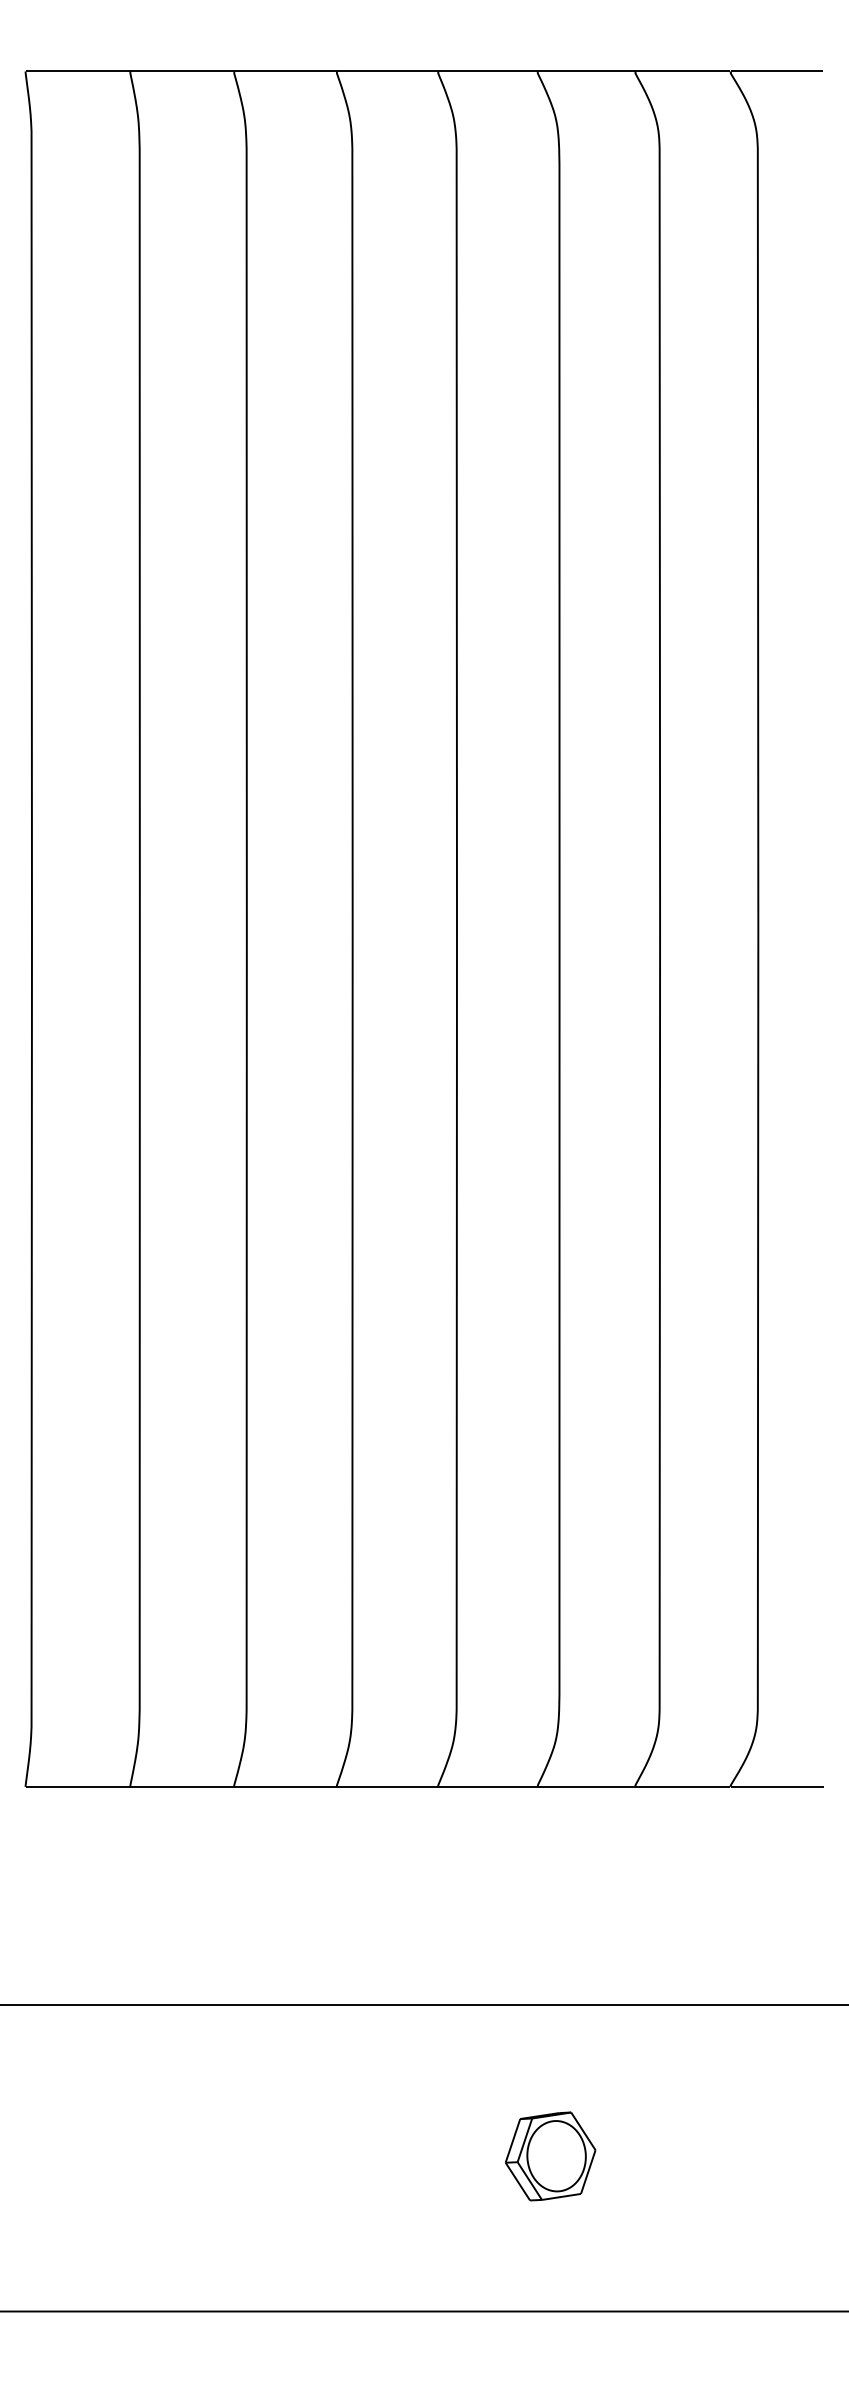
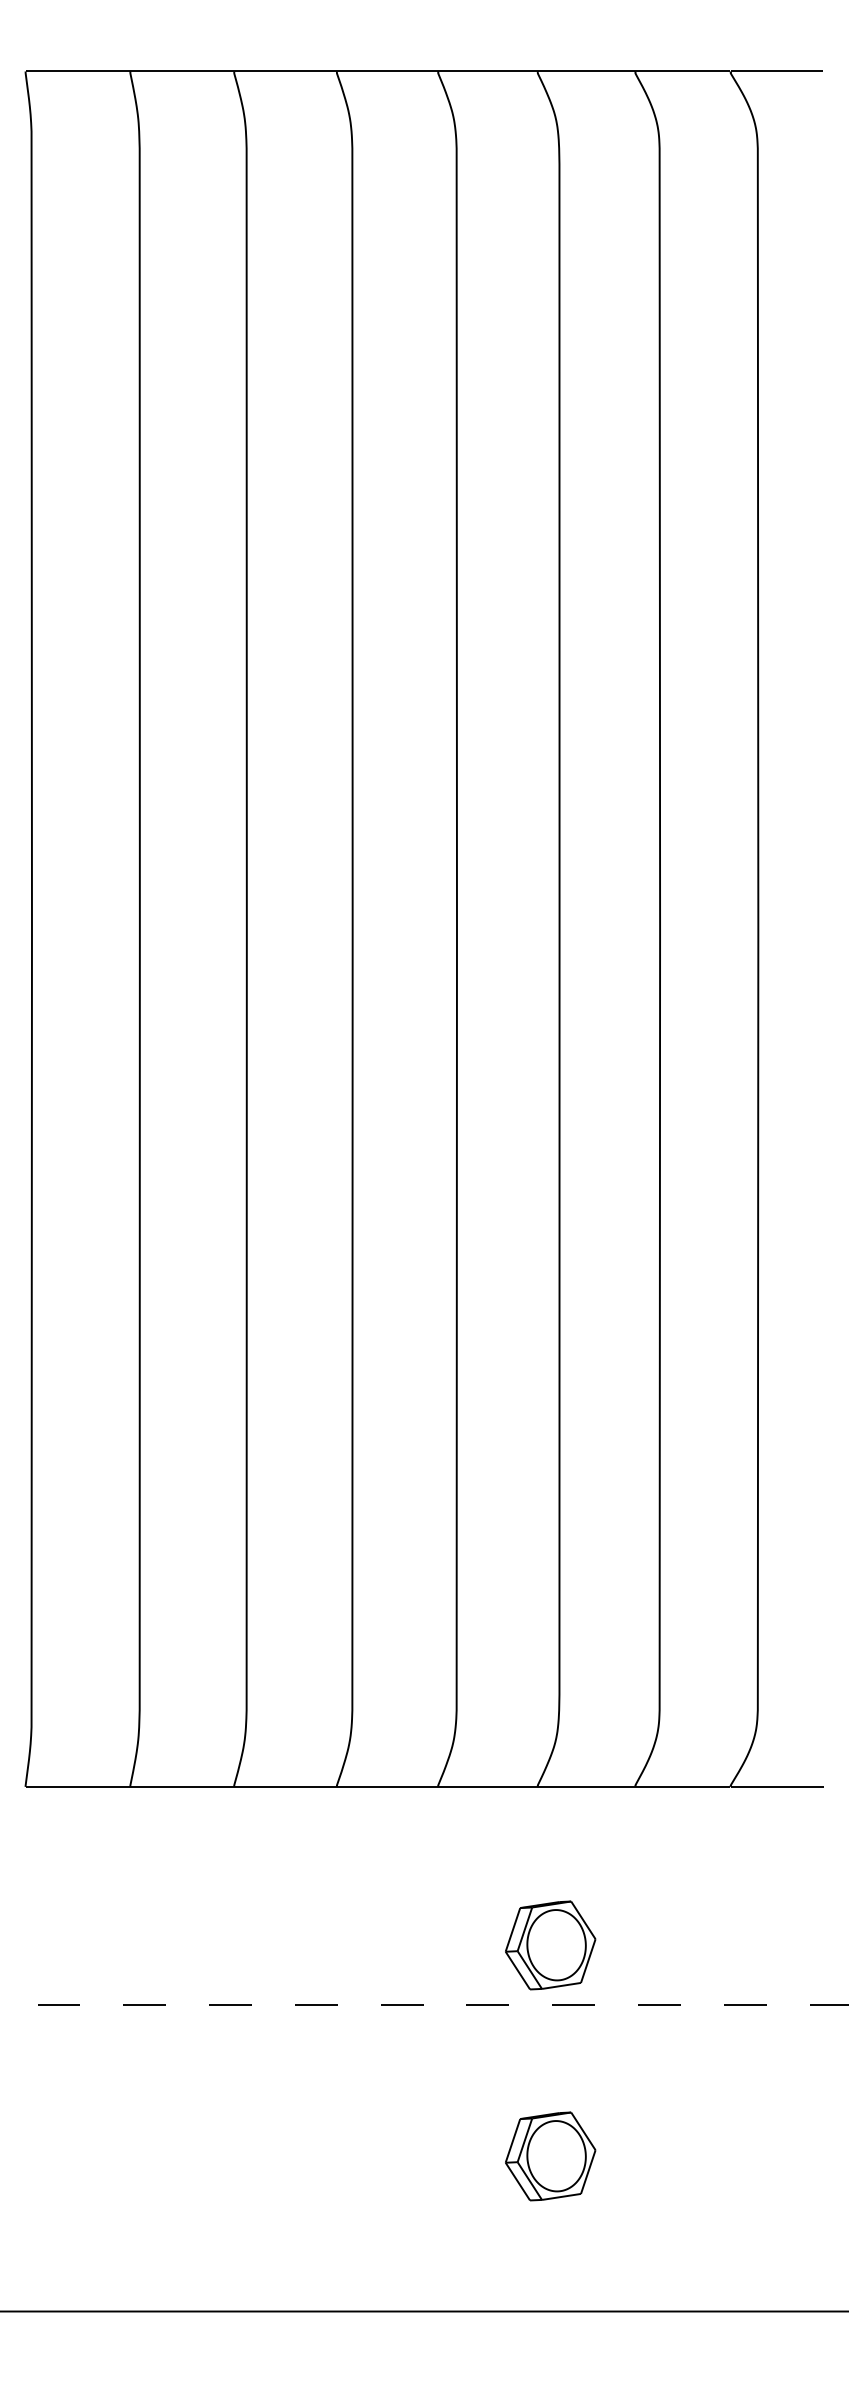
part at (550, 1945): none -> present
line at (424, 2005): solid -> dashed
